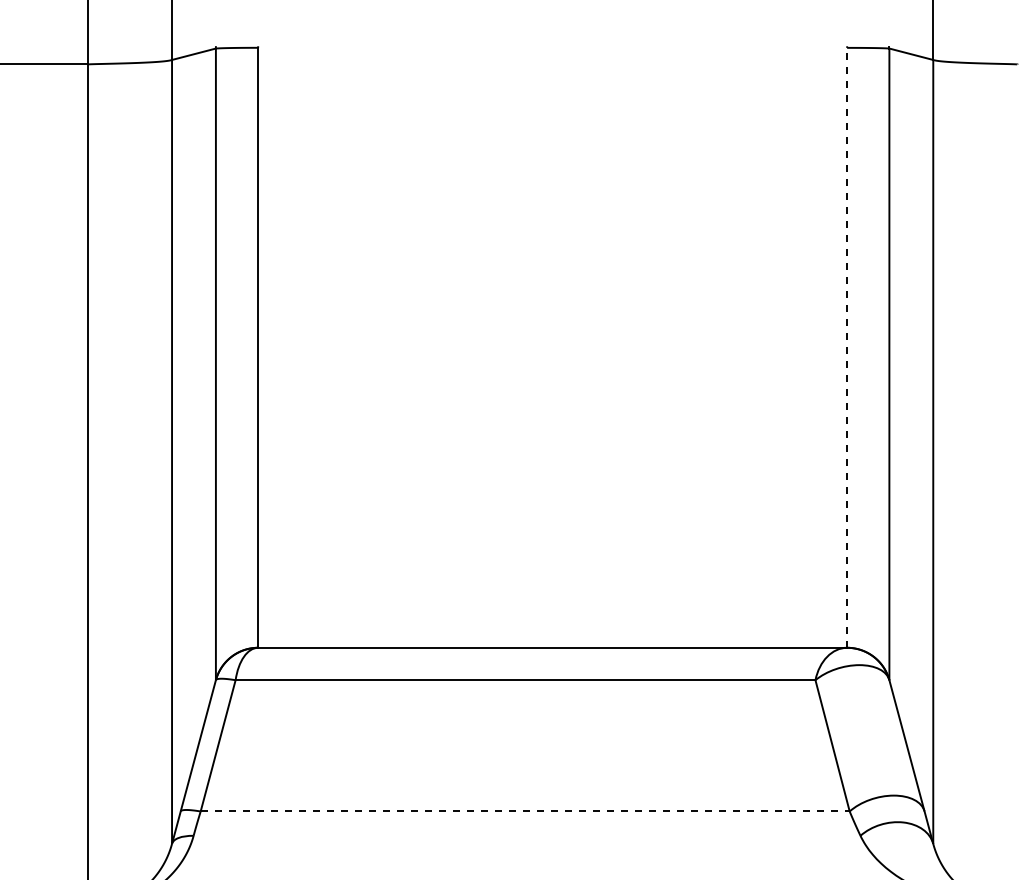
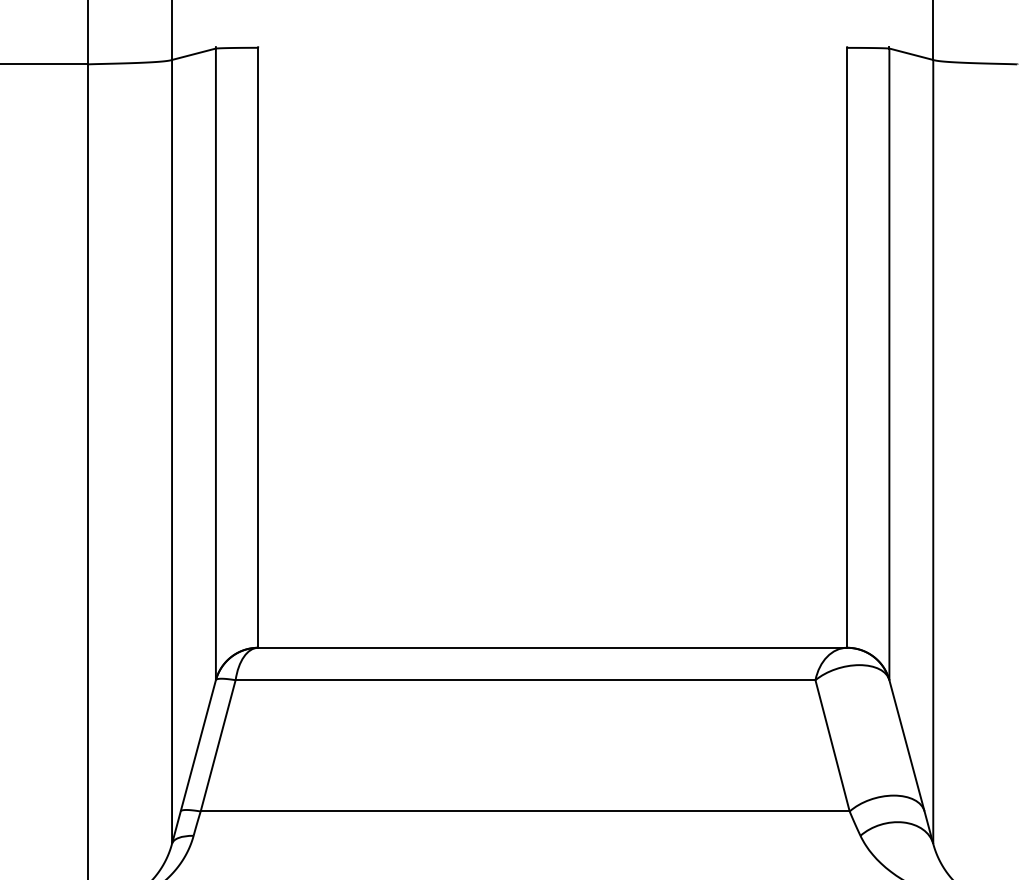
line at (847, 347): dashed -> solid
line at (525, 811): dashed -> solid
